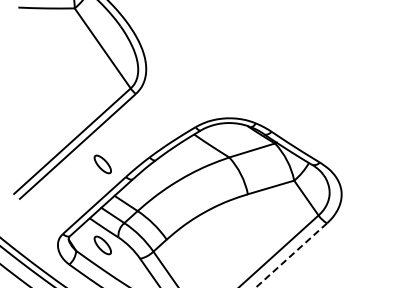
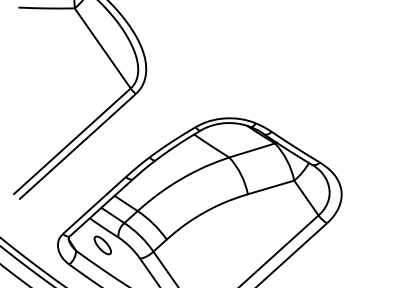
part at (102, 164): present -> none
line at (291, 255): dashed -> solid
